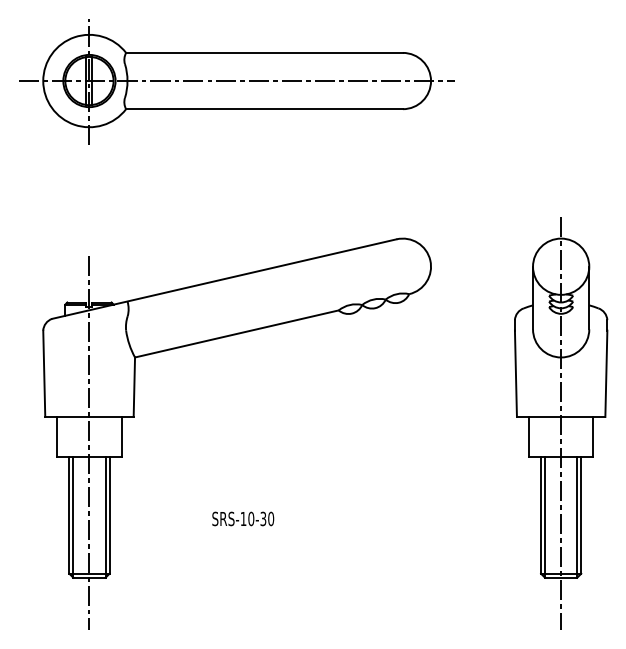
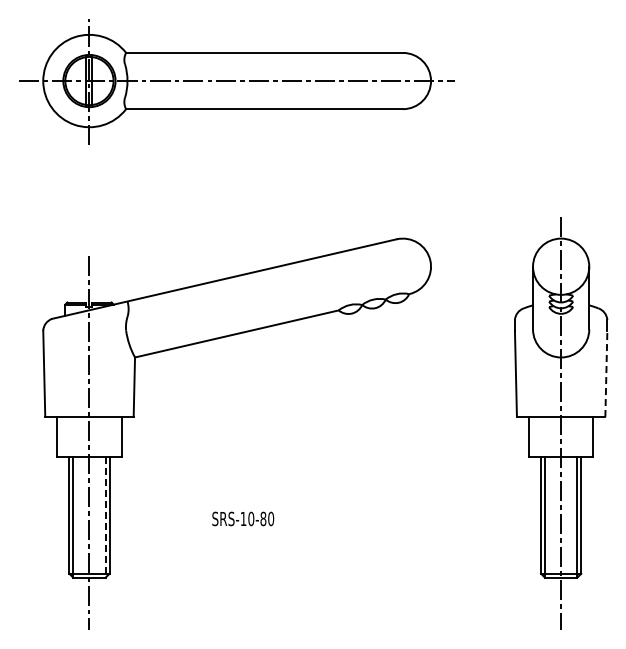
line at (606, 373): solid -> dashed
line at (105, 517): solid -> dashed
text at (263, 518): SRS-10-30 -> SRS-10-80
